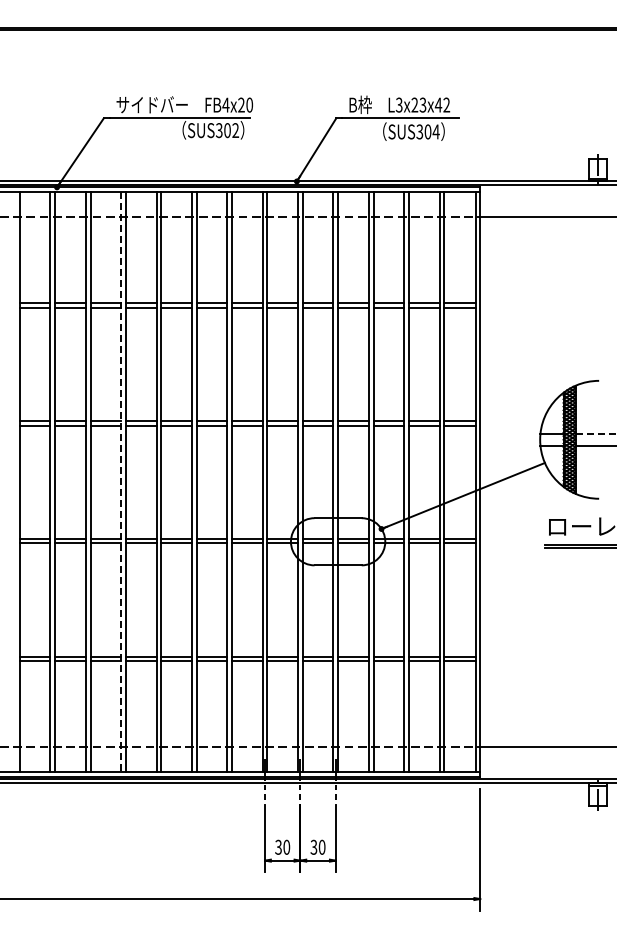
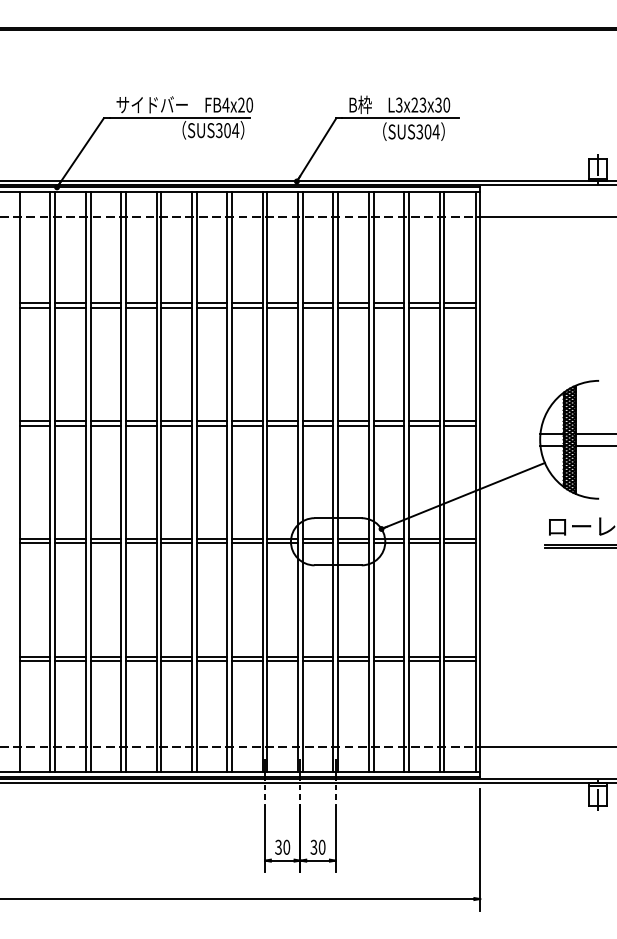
text at (442, 104): L3x23x42 -> L3x23x30
text at (235, 130): SUS302 -> SUS304
line at (596, 433): dashed -> solid
line at (121, 482): dashed -> solid
